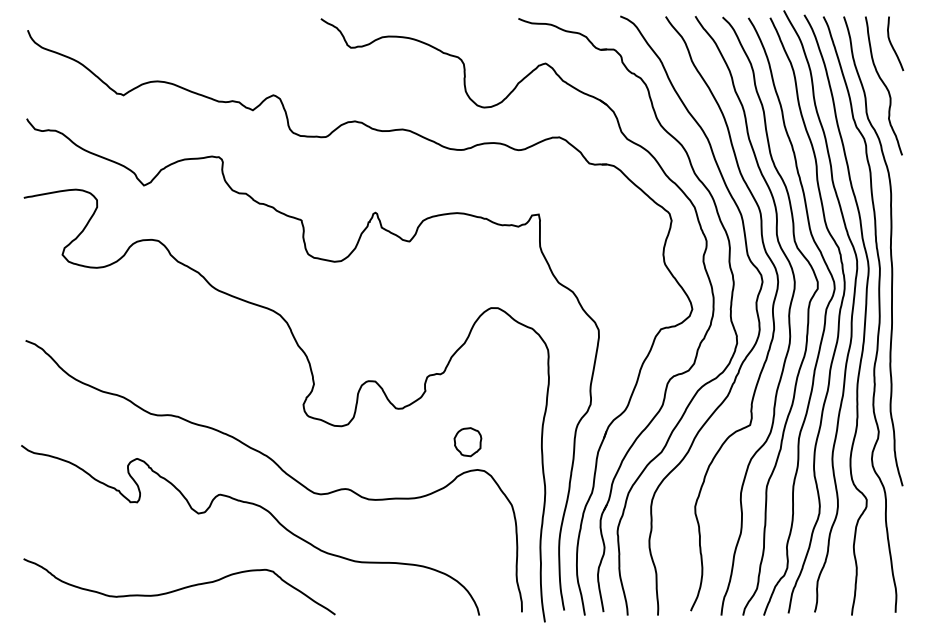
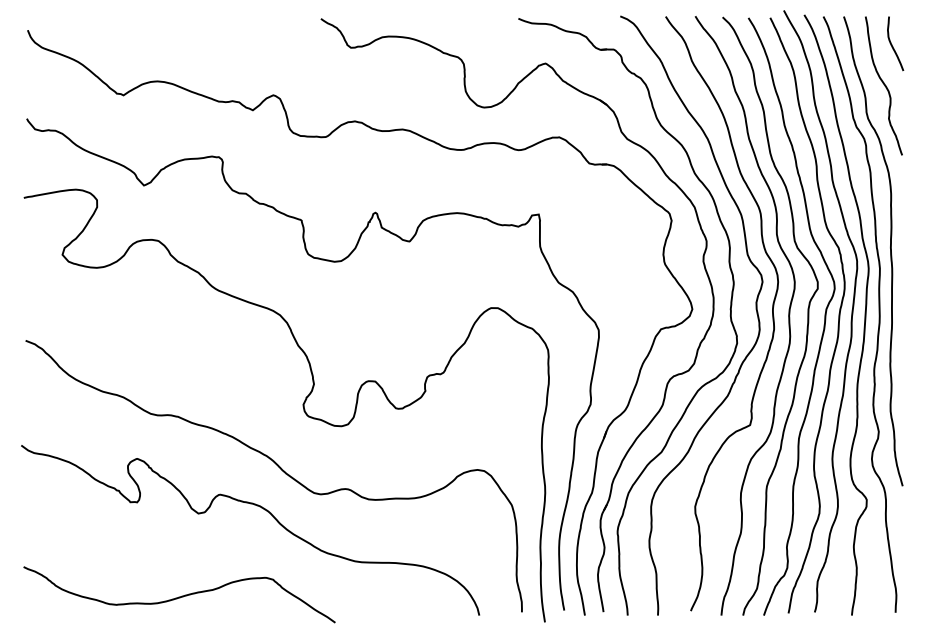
part at (467, 442): present -> none
curve at (179, 588) position: (179, 588) -> (179, 596)
